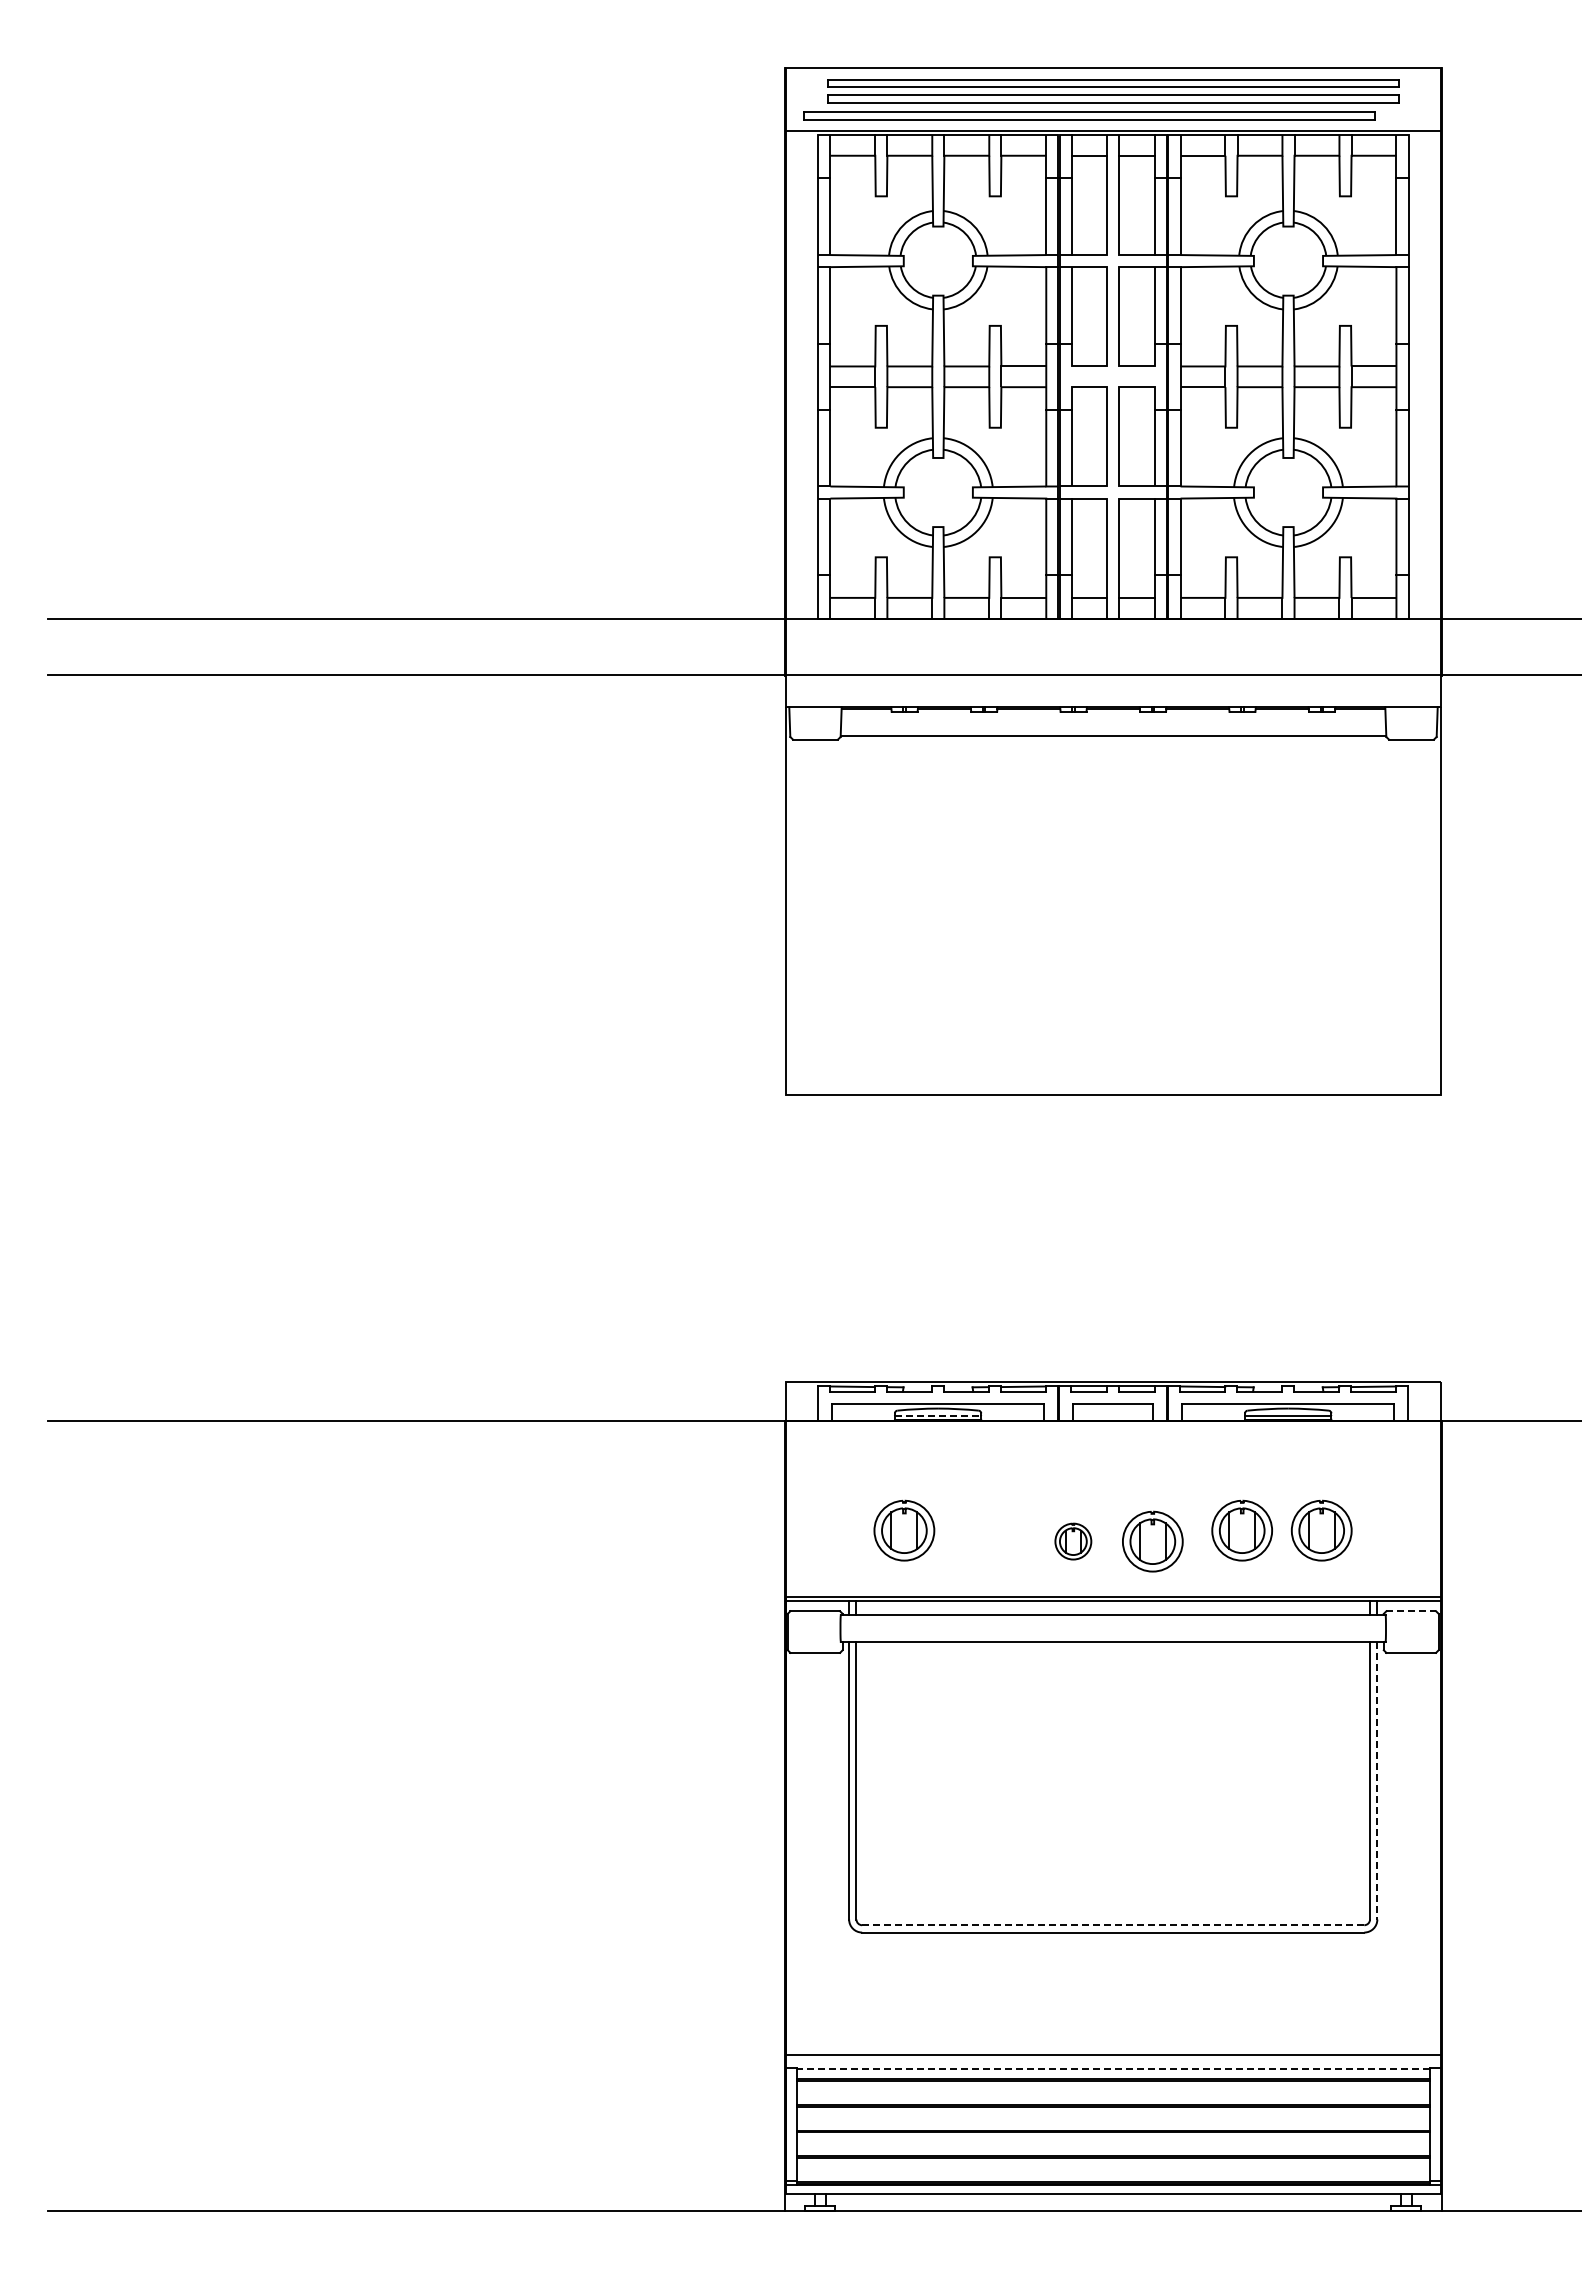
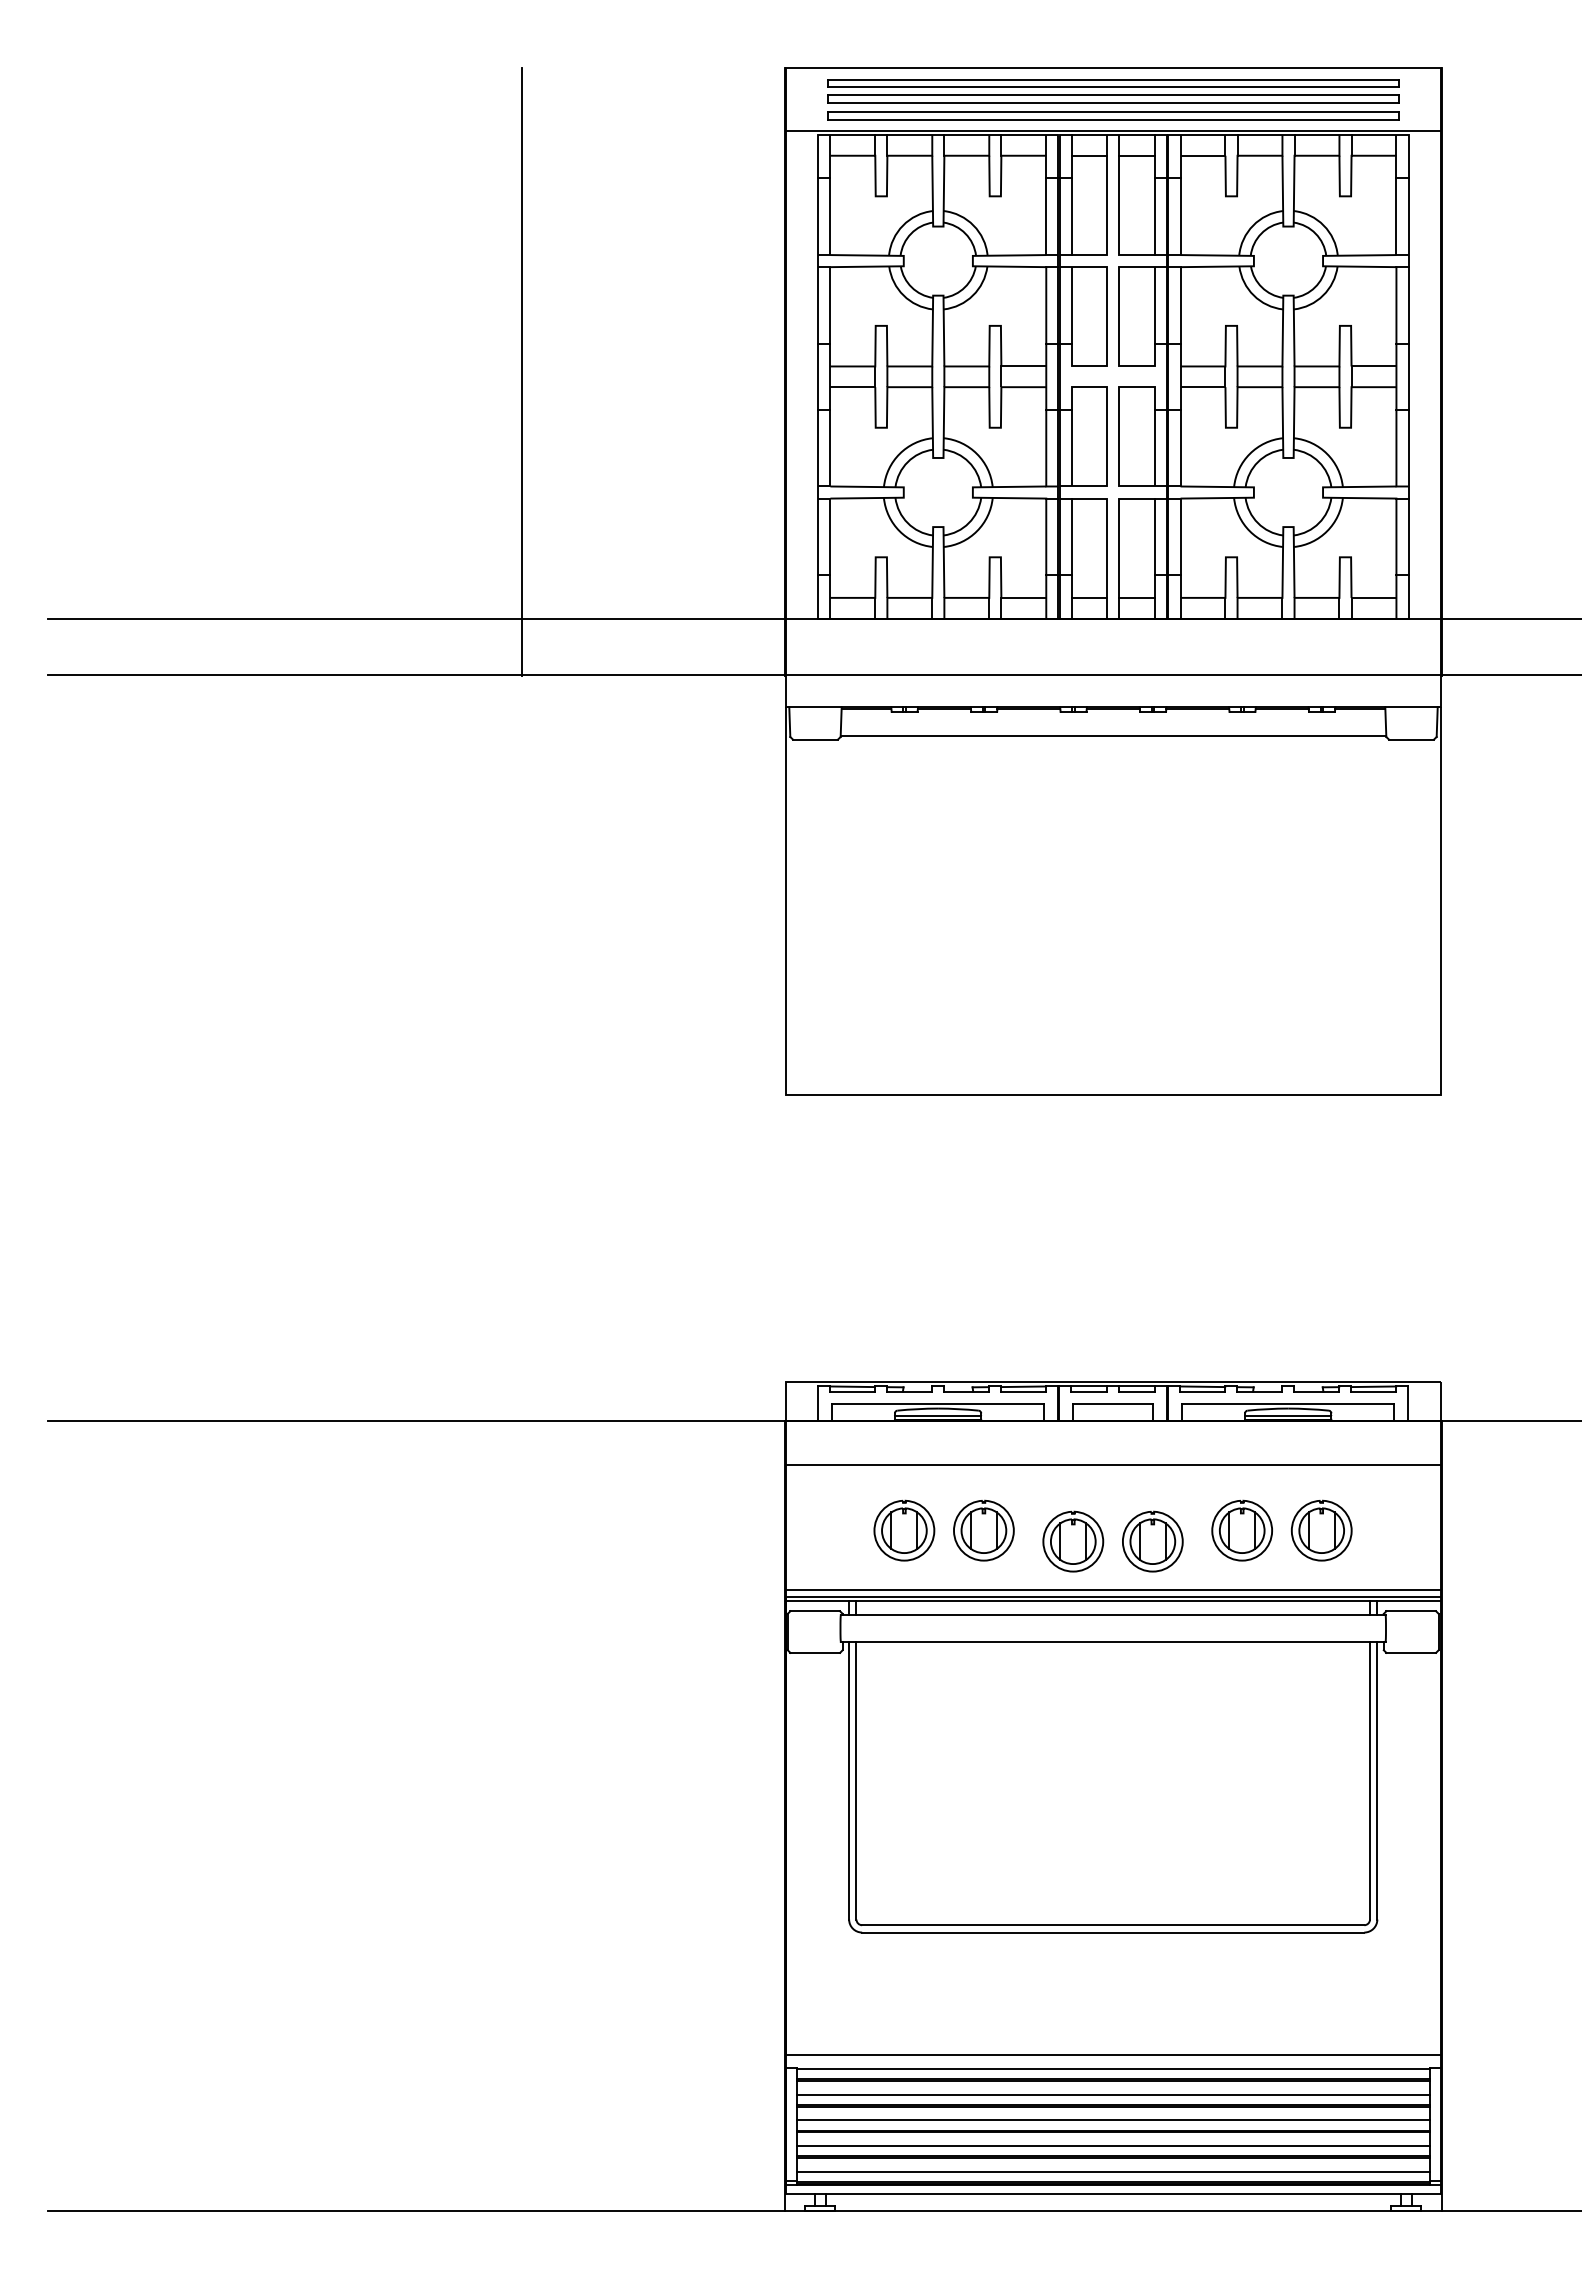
part at (1089, 115) position: (1089, 115) -> (1113, 115)
line at (522, 372): none -> present
line at (938, 1415): dashed -> solid
line at (1112, 1464): none -> present
part at (983, 1530): none -> present
part at (1073, 1541) size: 39x39 px -> 63x63 px
line at (1112, 1590): none -> present
line at (1411, 1611): dashed -> solid
line at (1377, 1780): dashed -> solid
line at (1112, 1925): dashed -> solid
line at (1112, 2069): dashed -> solid
line at (1112, 2094): none -> present
line at (1112, 2120): none -> present
line at (1112, 2145): none -> present
line at (1112, 2171): none -> present
